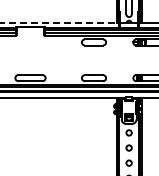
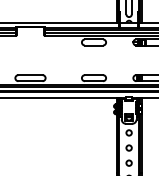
line at (59, 22): dashed -> solid
